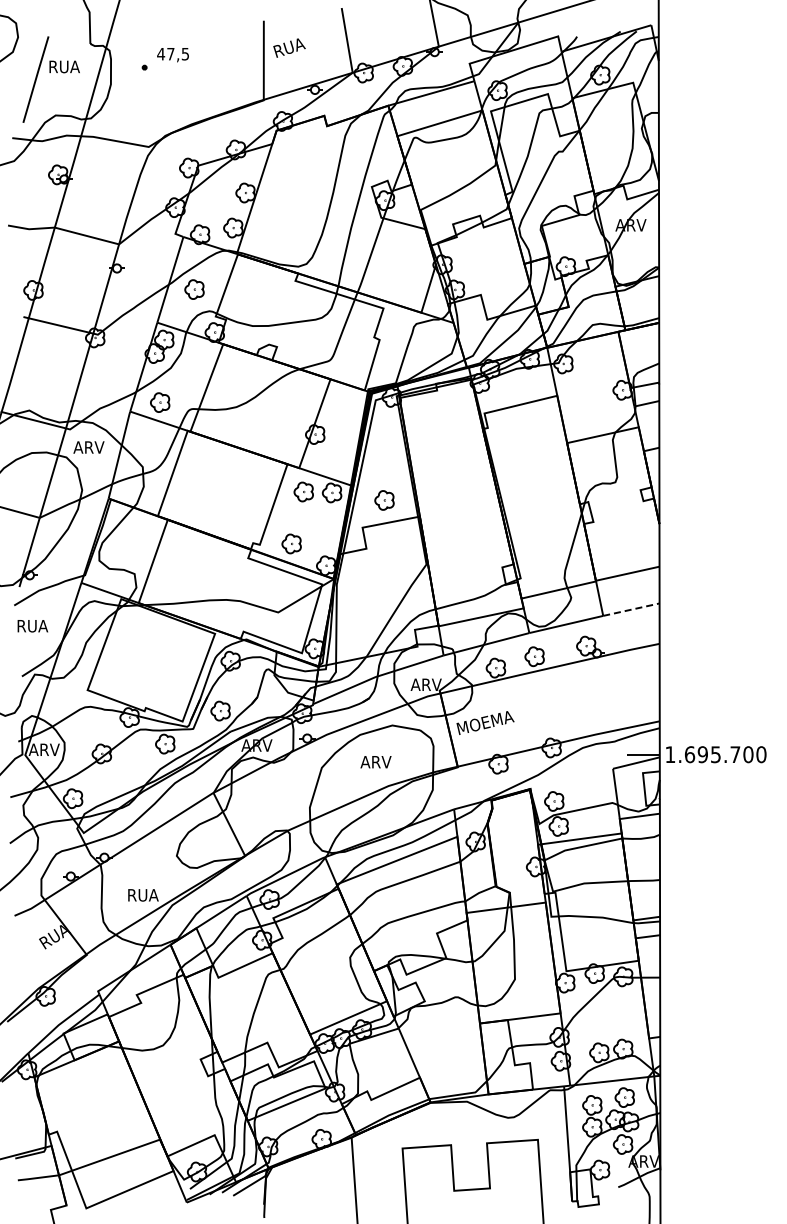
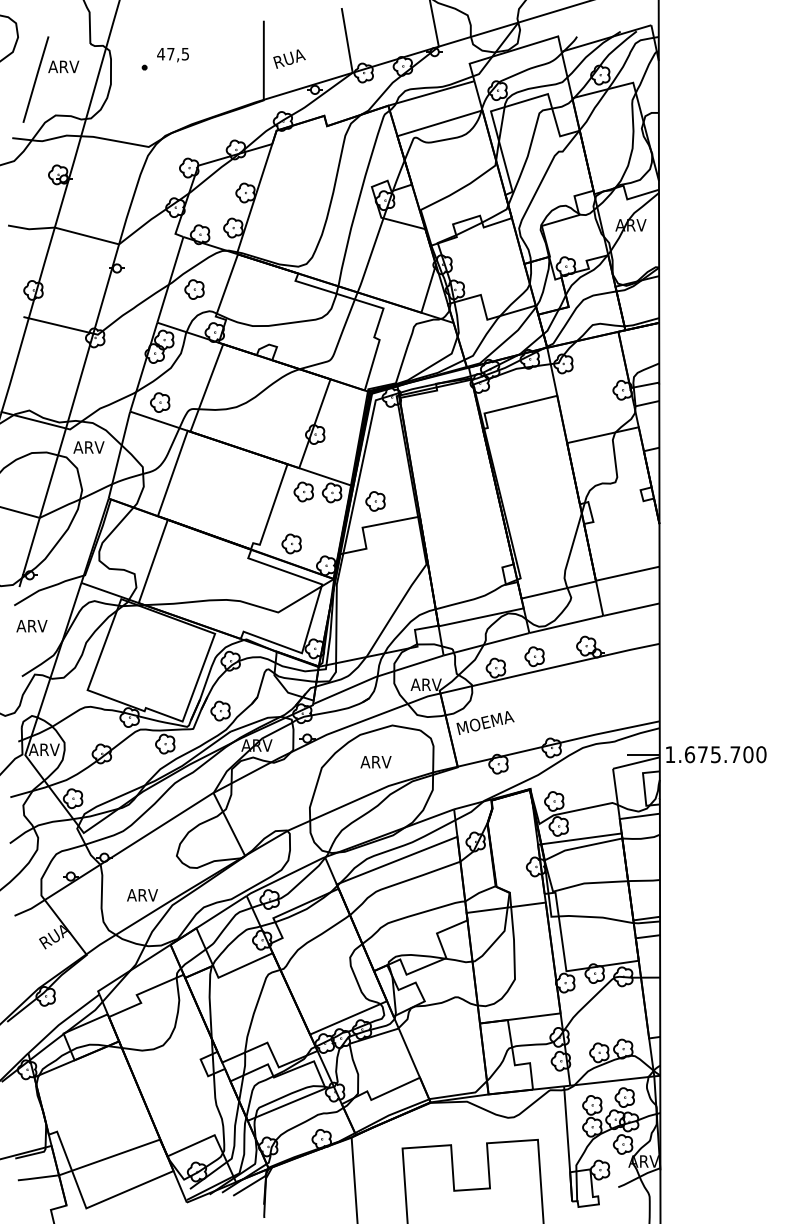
text at (289, 47) position: (289, 47) -> (289, 58)
text at (63, 66): RUA -> ARV
part at (384, 500) position: (384, 500) -> (375, 501)
line at (631, 609): dashed -> solid
text at (32, 626): RUA -> ARV
text at (702, 754): 1.695.700 -> 1.675.700
text at (142, 895): RUA -> ARV
